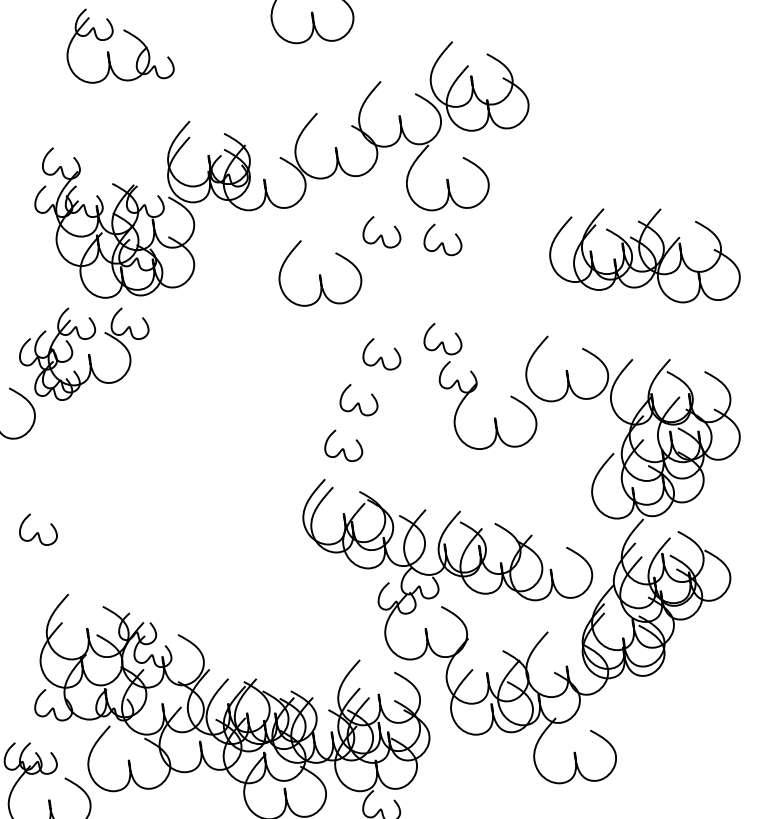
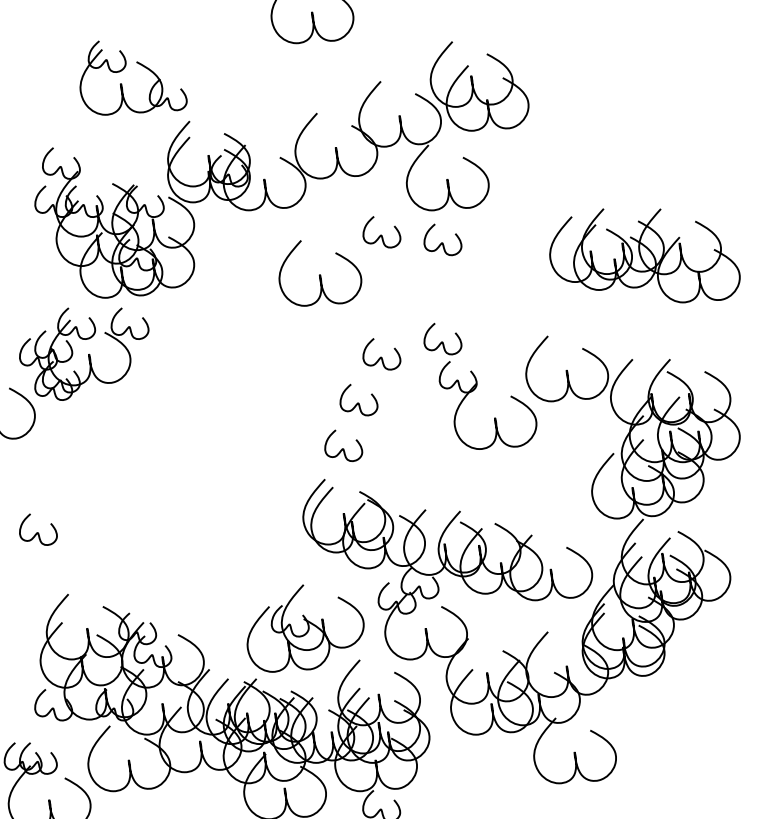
part at (111, 37) position: (111, 37) -> (124, 69)
part at (305, 628): none -> present
